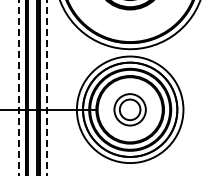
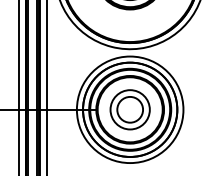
line at (19, 88): dashed -> solid
line at (47, 88): dashed -> solid
part at (129, 109) size: 34x34 px -> 42x42 px
